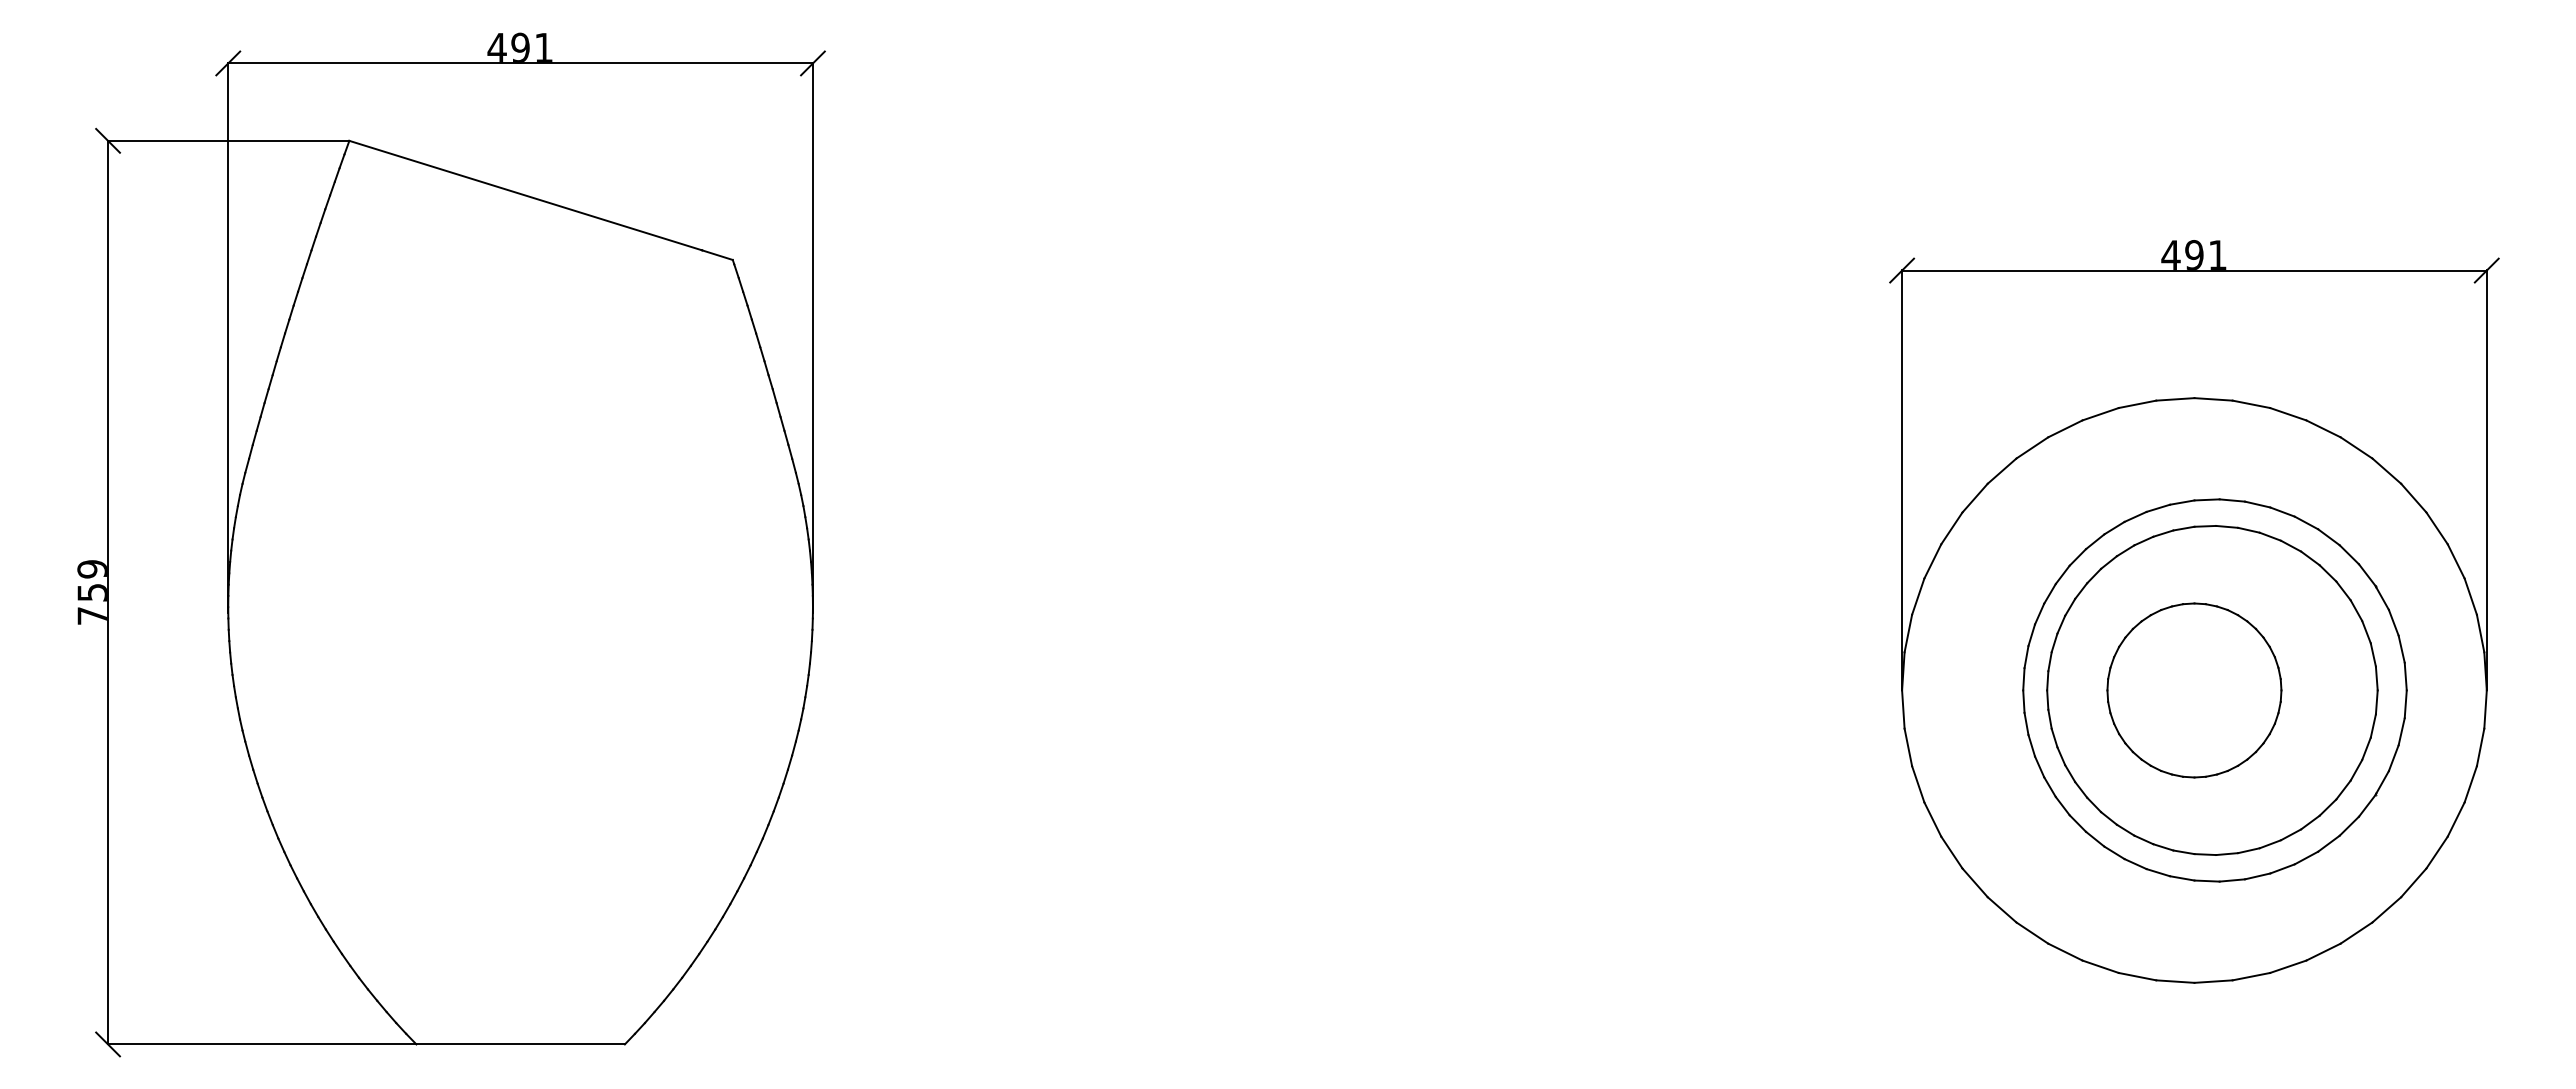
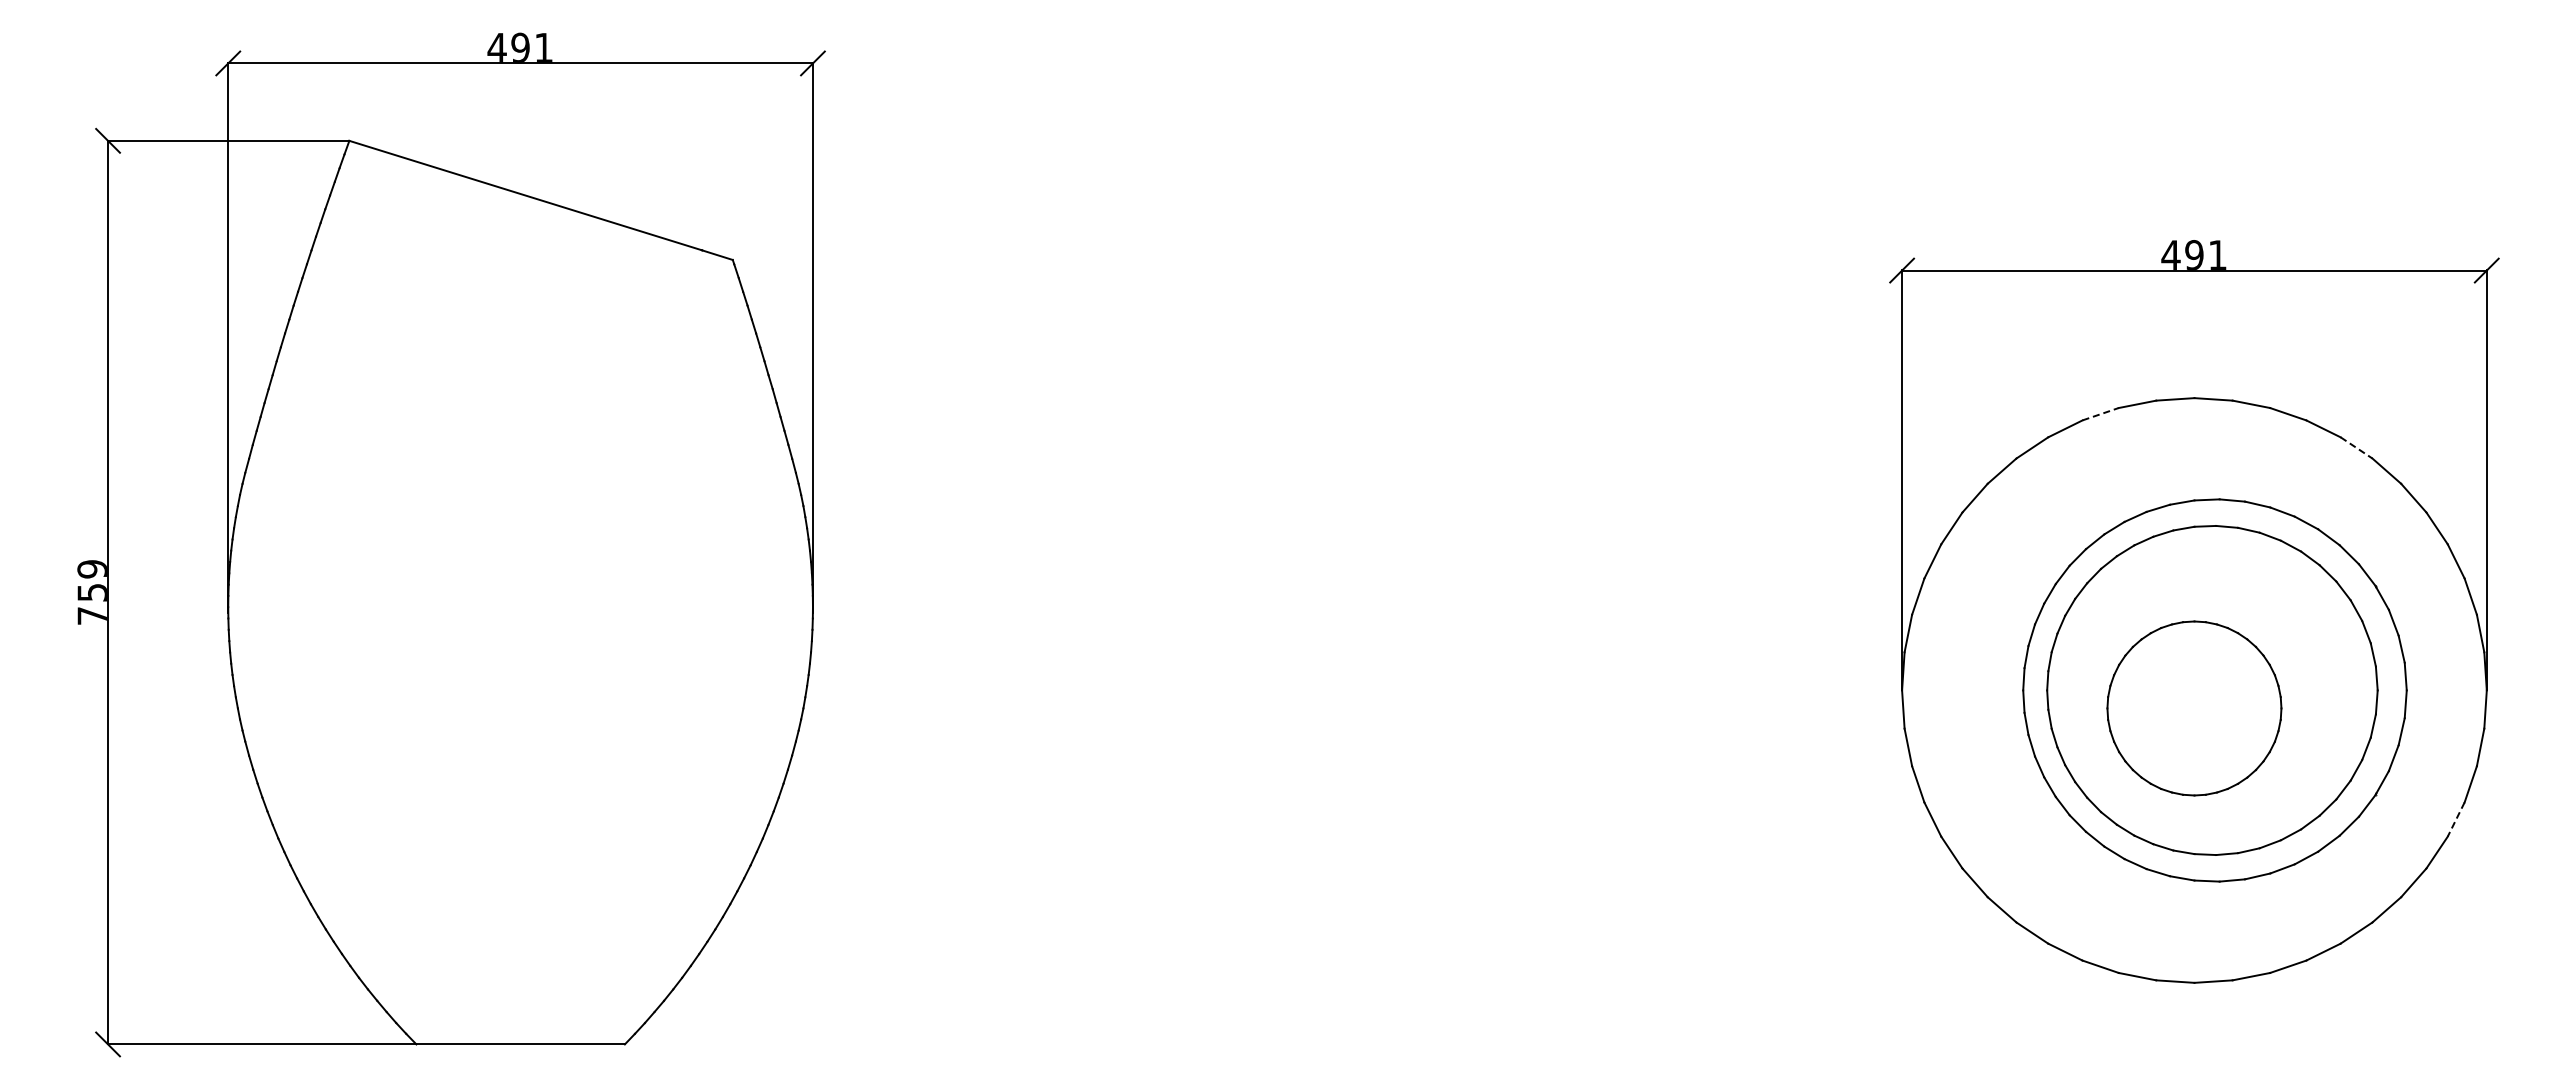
line at (2101, 414): solid -> dashed
line at (2356, 448): solid -> dashed
part at (2194, 690) position: (2194, 690) -> (2194, 708)
line at (2455, 819): solid -> dashed
